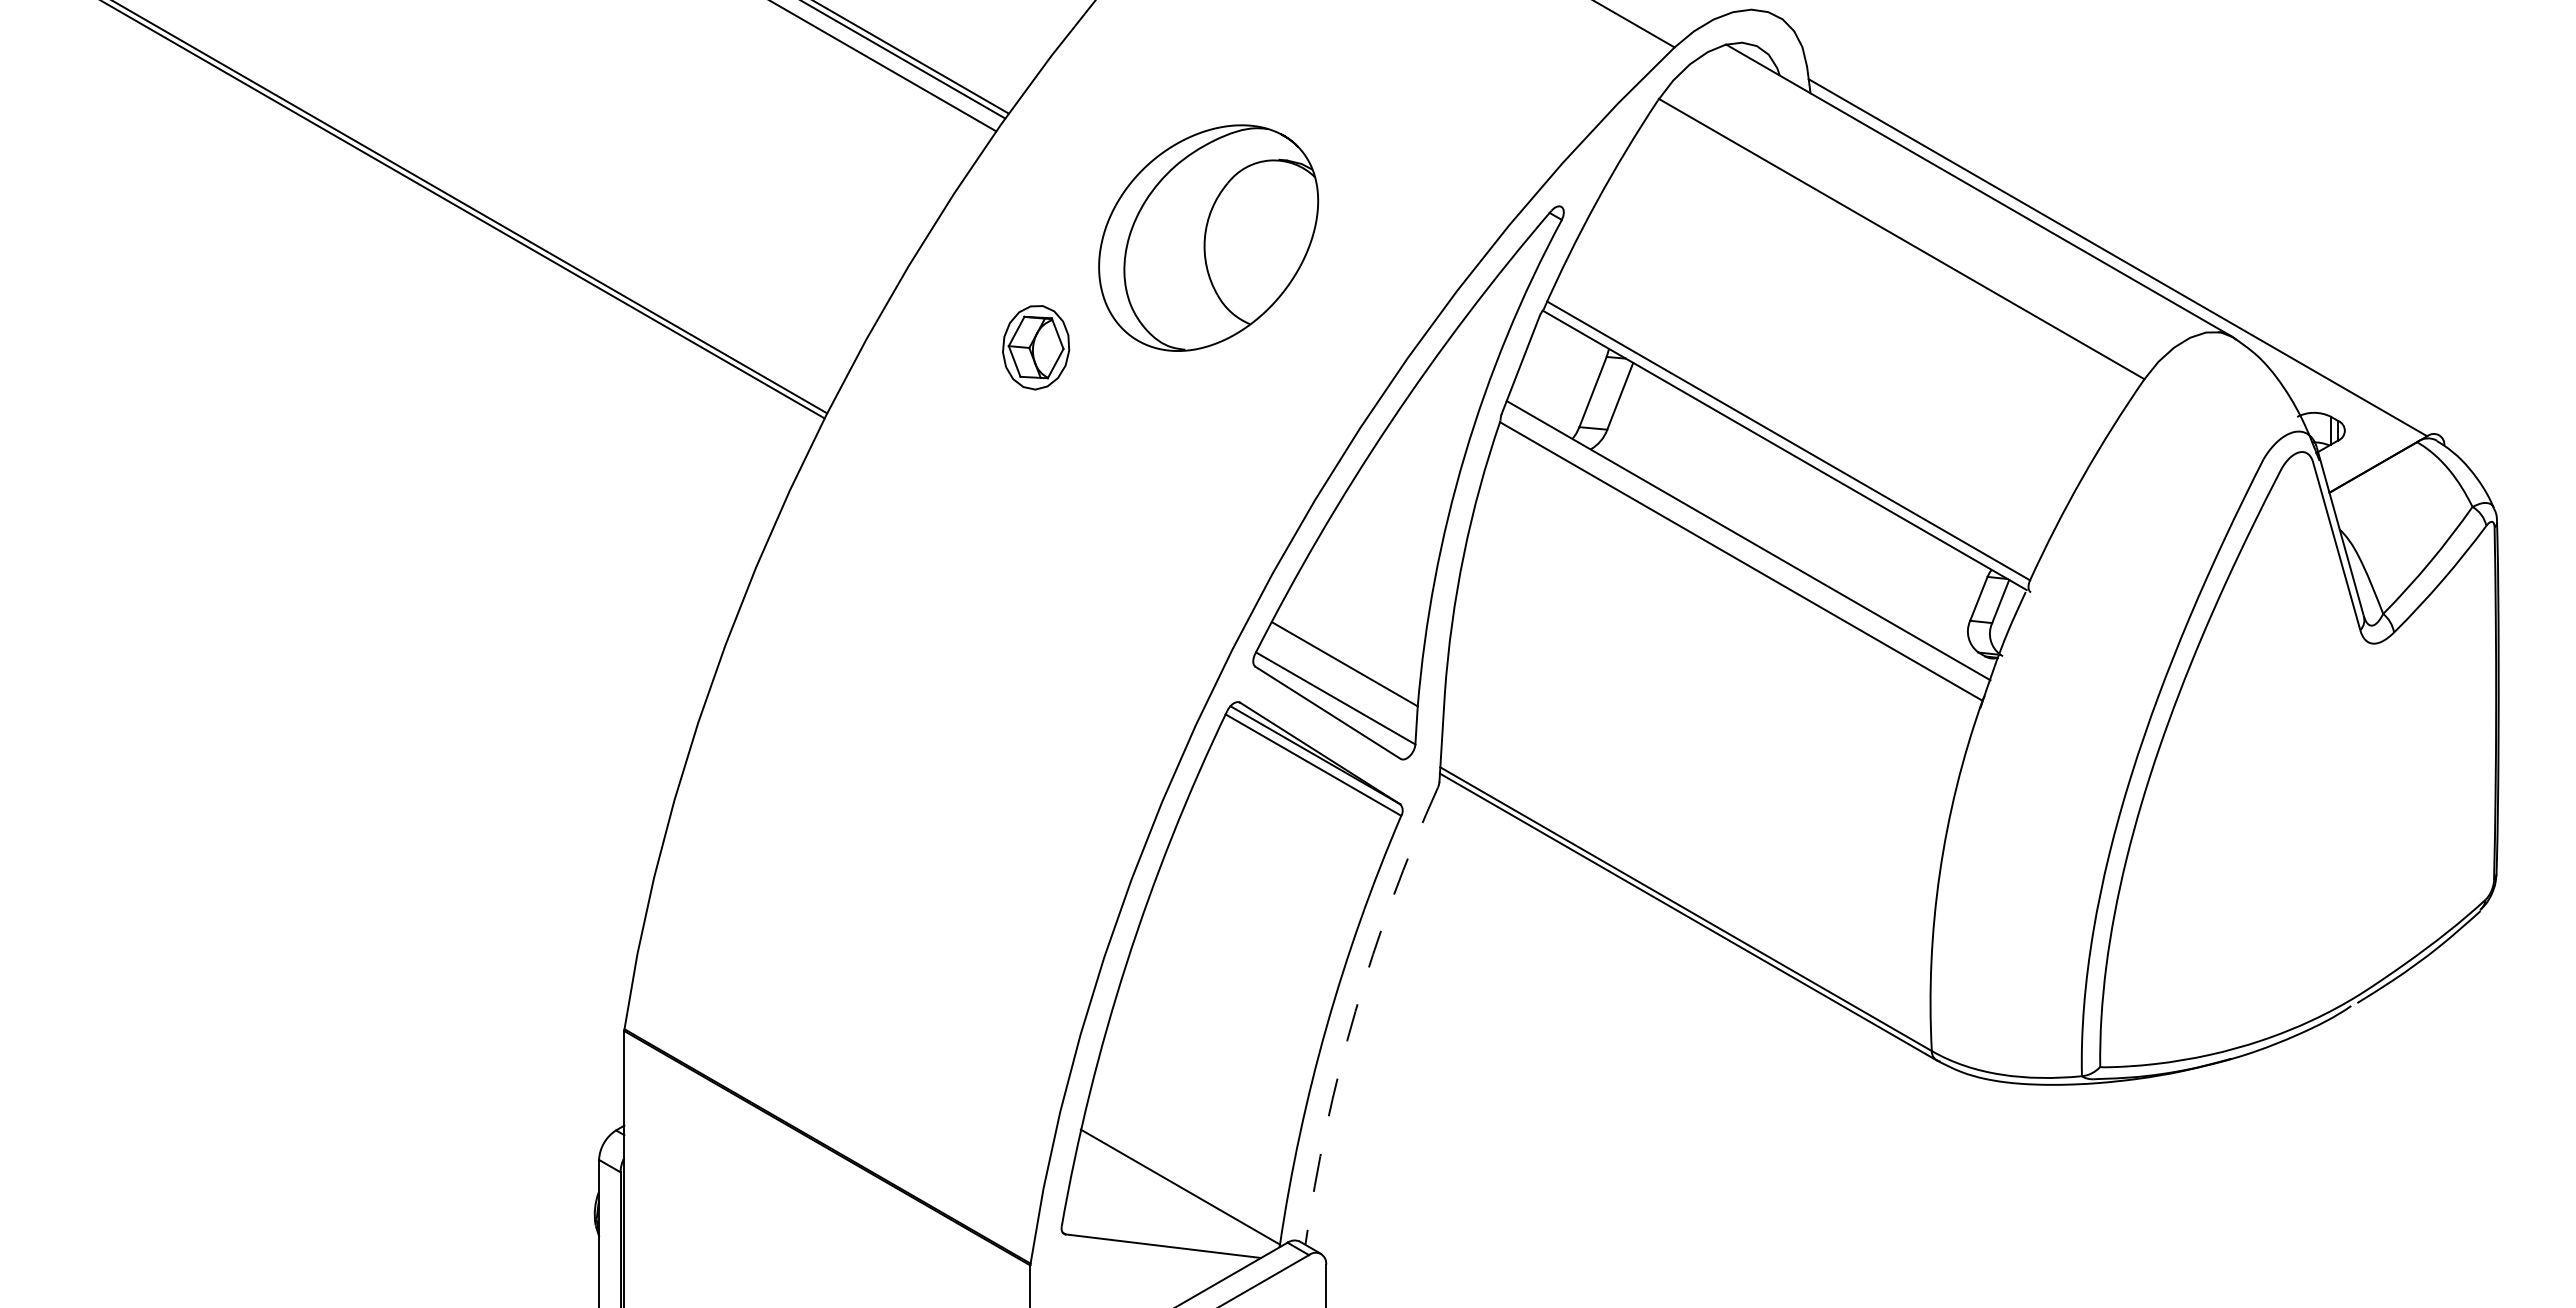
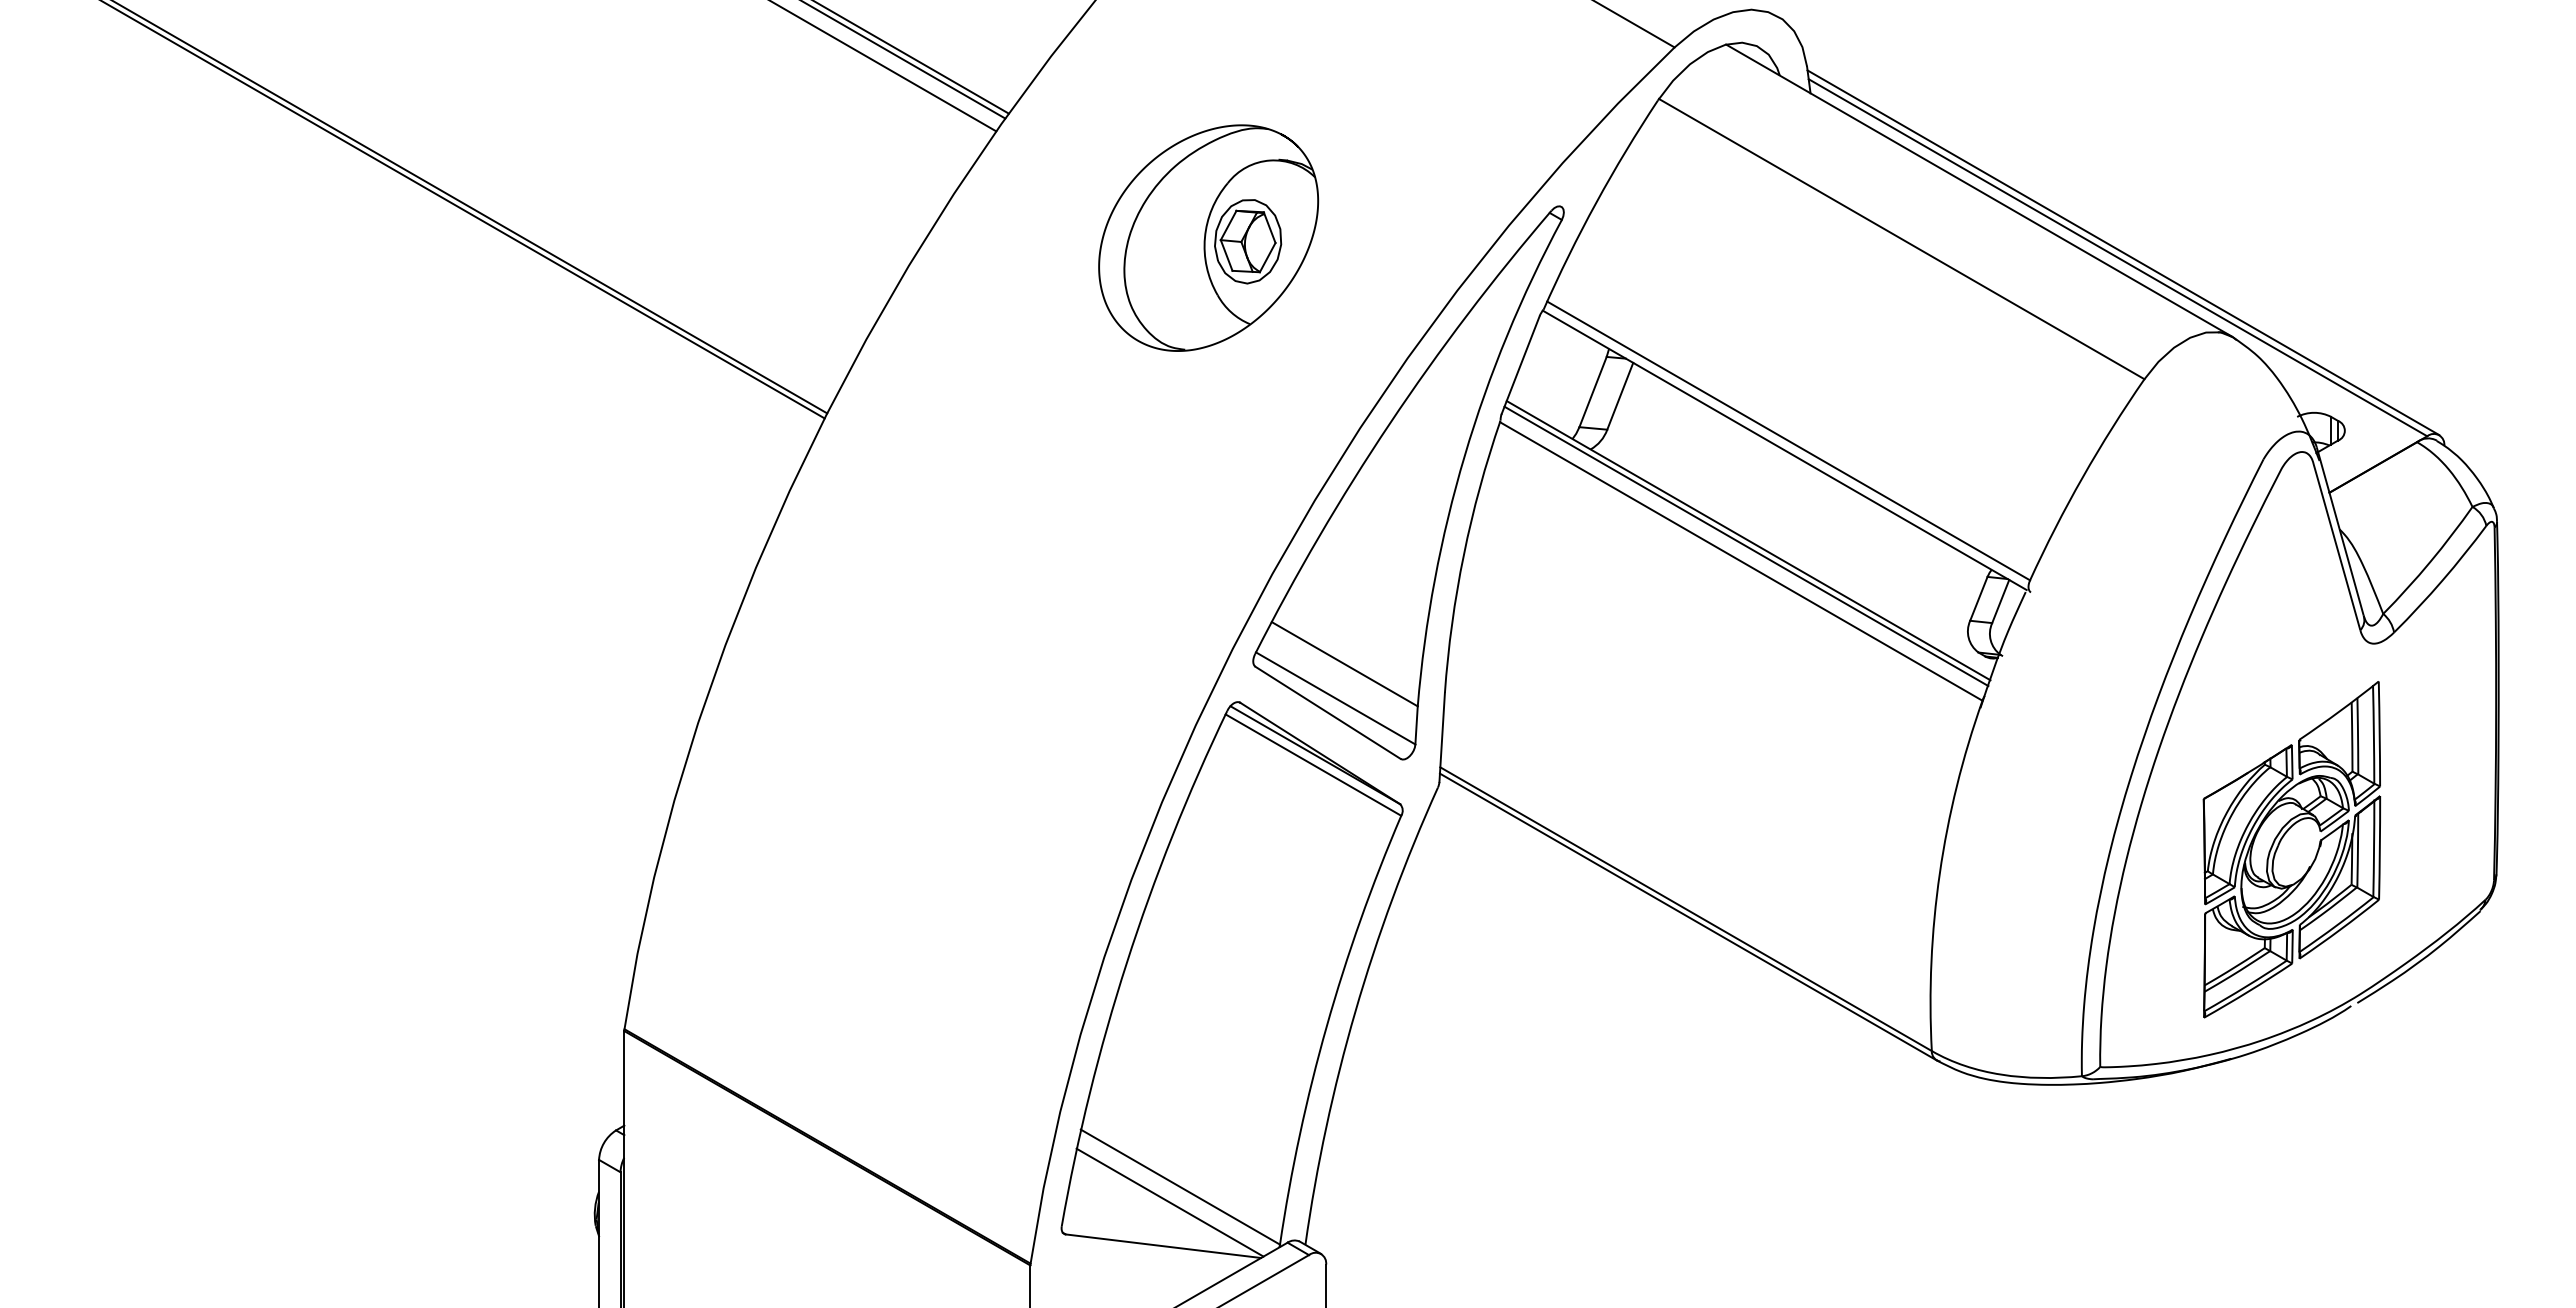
line at (2123, 252): none -> present
part at (1036, 347) position: (1036, 347) -> (1248, 241)
line at (1746, 546): none -> present
part at (2280, 843): none -> present
arc at (1355, 1011): dashed -> solid
line at (1169, 1202): none -> present
